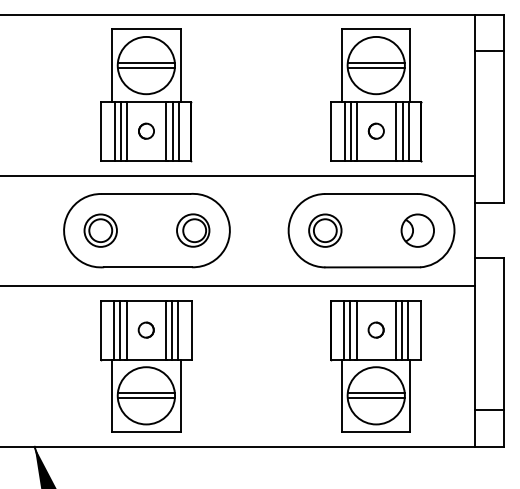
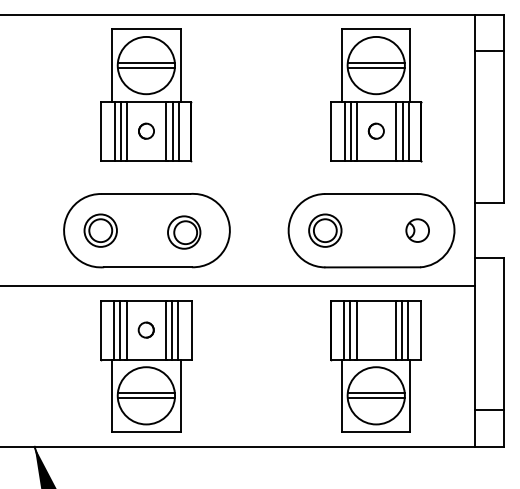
line at (238, 175): present -> none
part at (193, 230) position: (193, 230) -> (184, 232)
part at (417, 230) size: 35x35 px -> 25x25 px
part at (375, 329): present -> none
